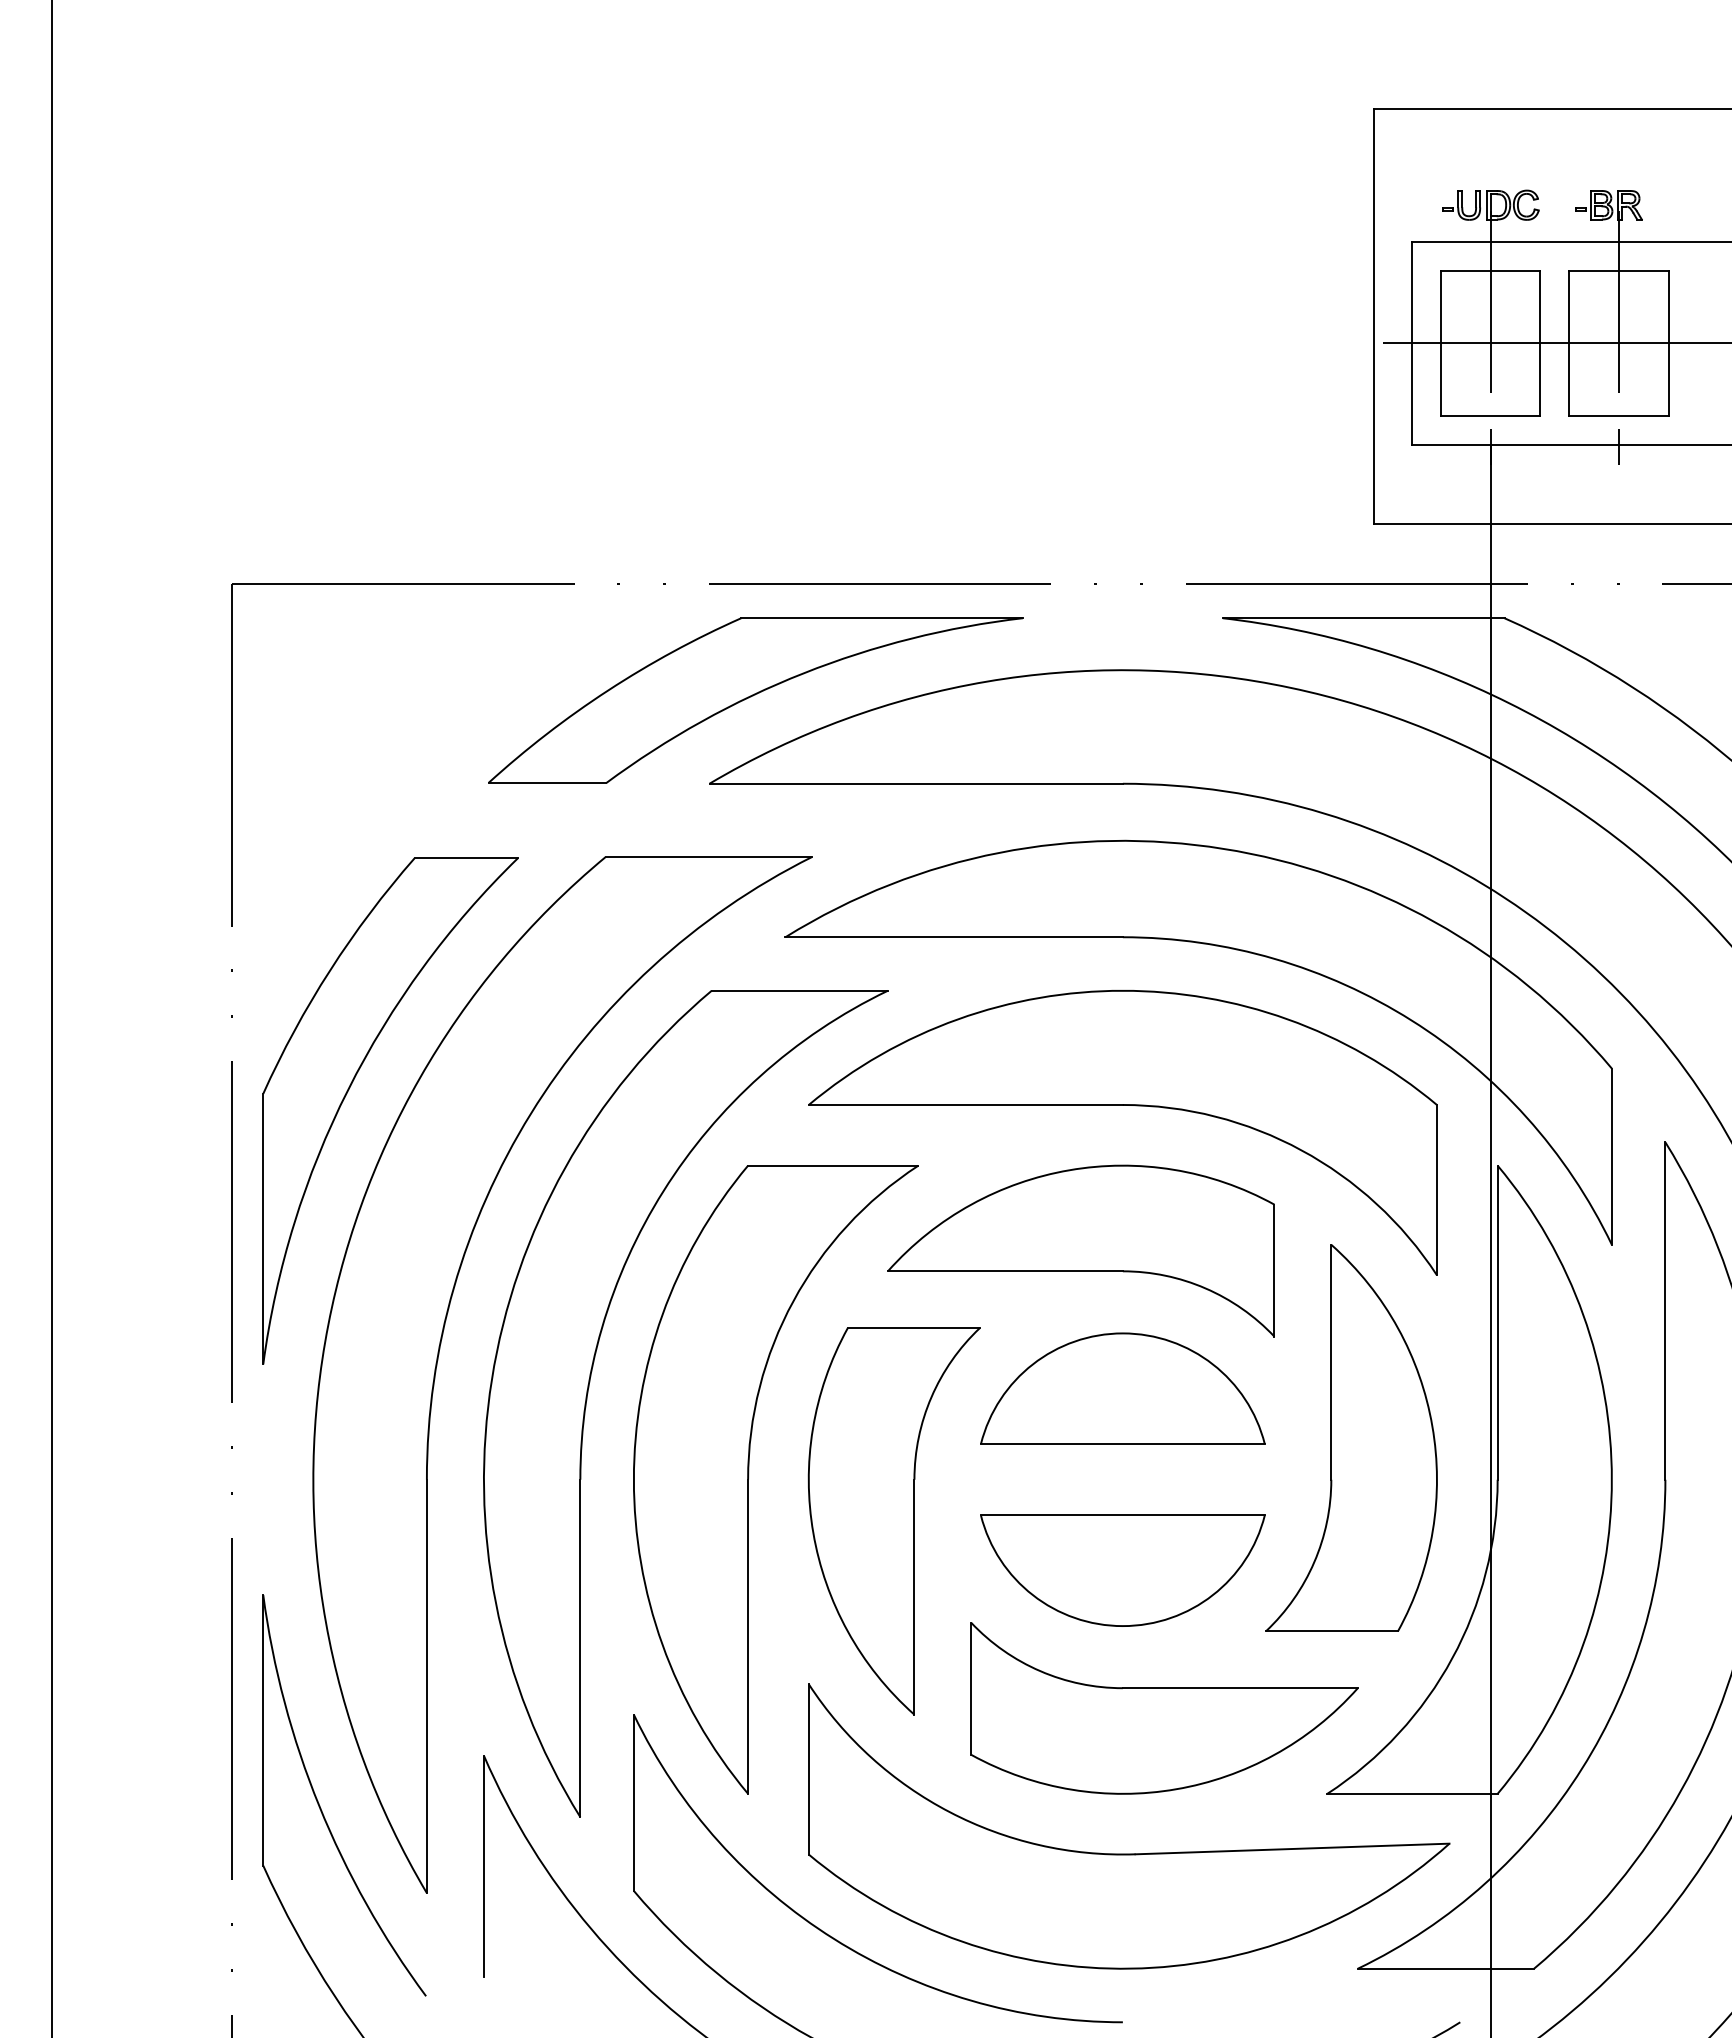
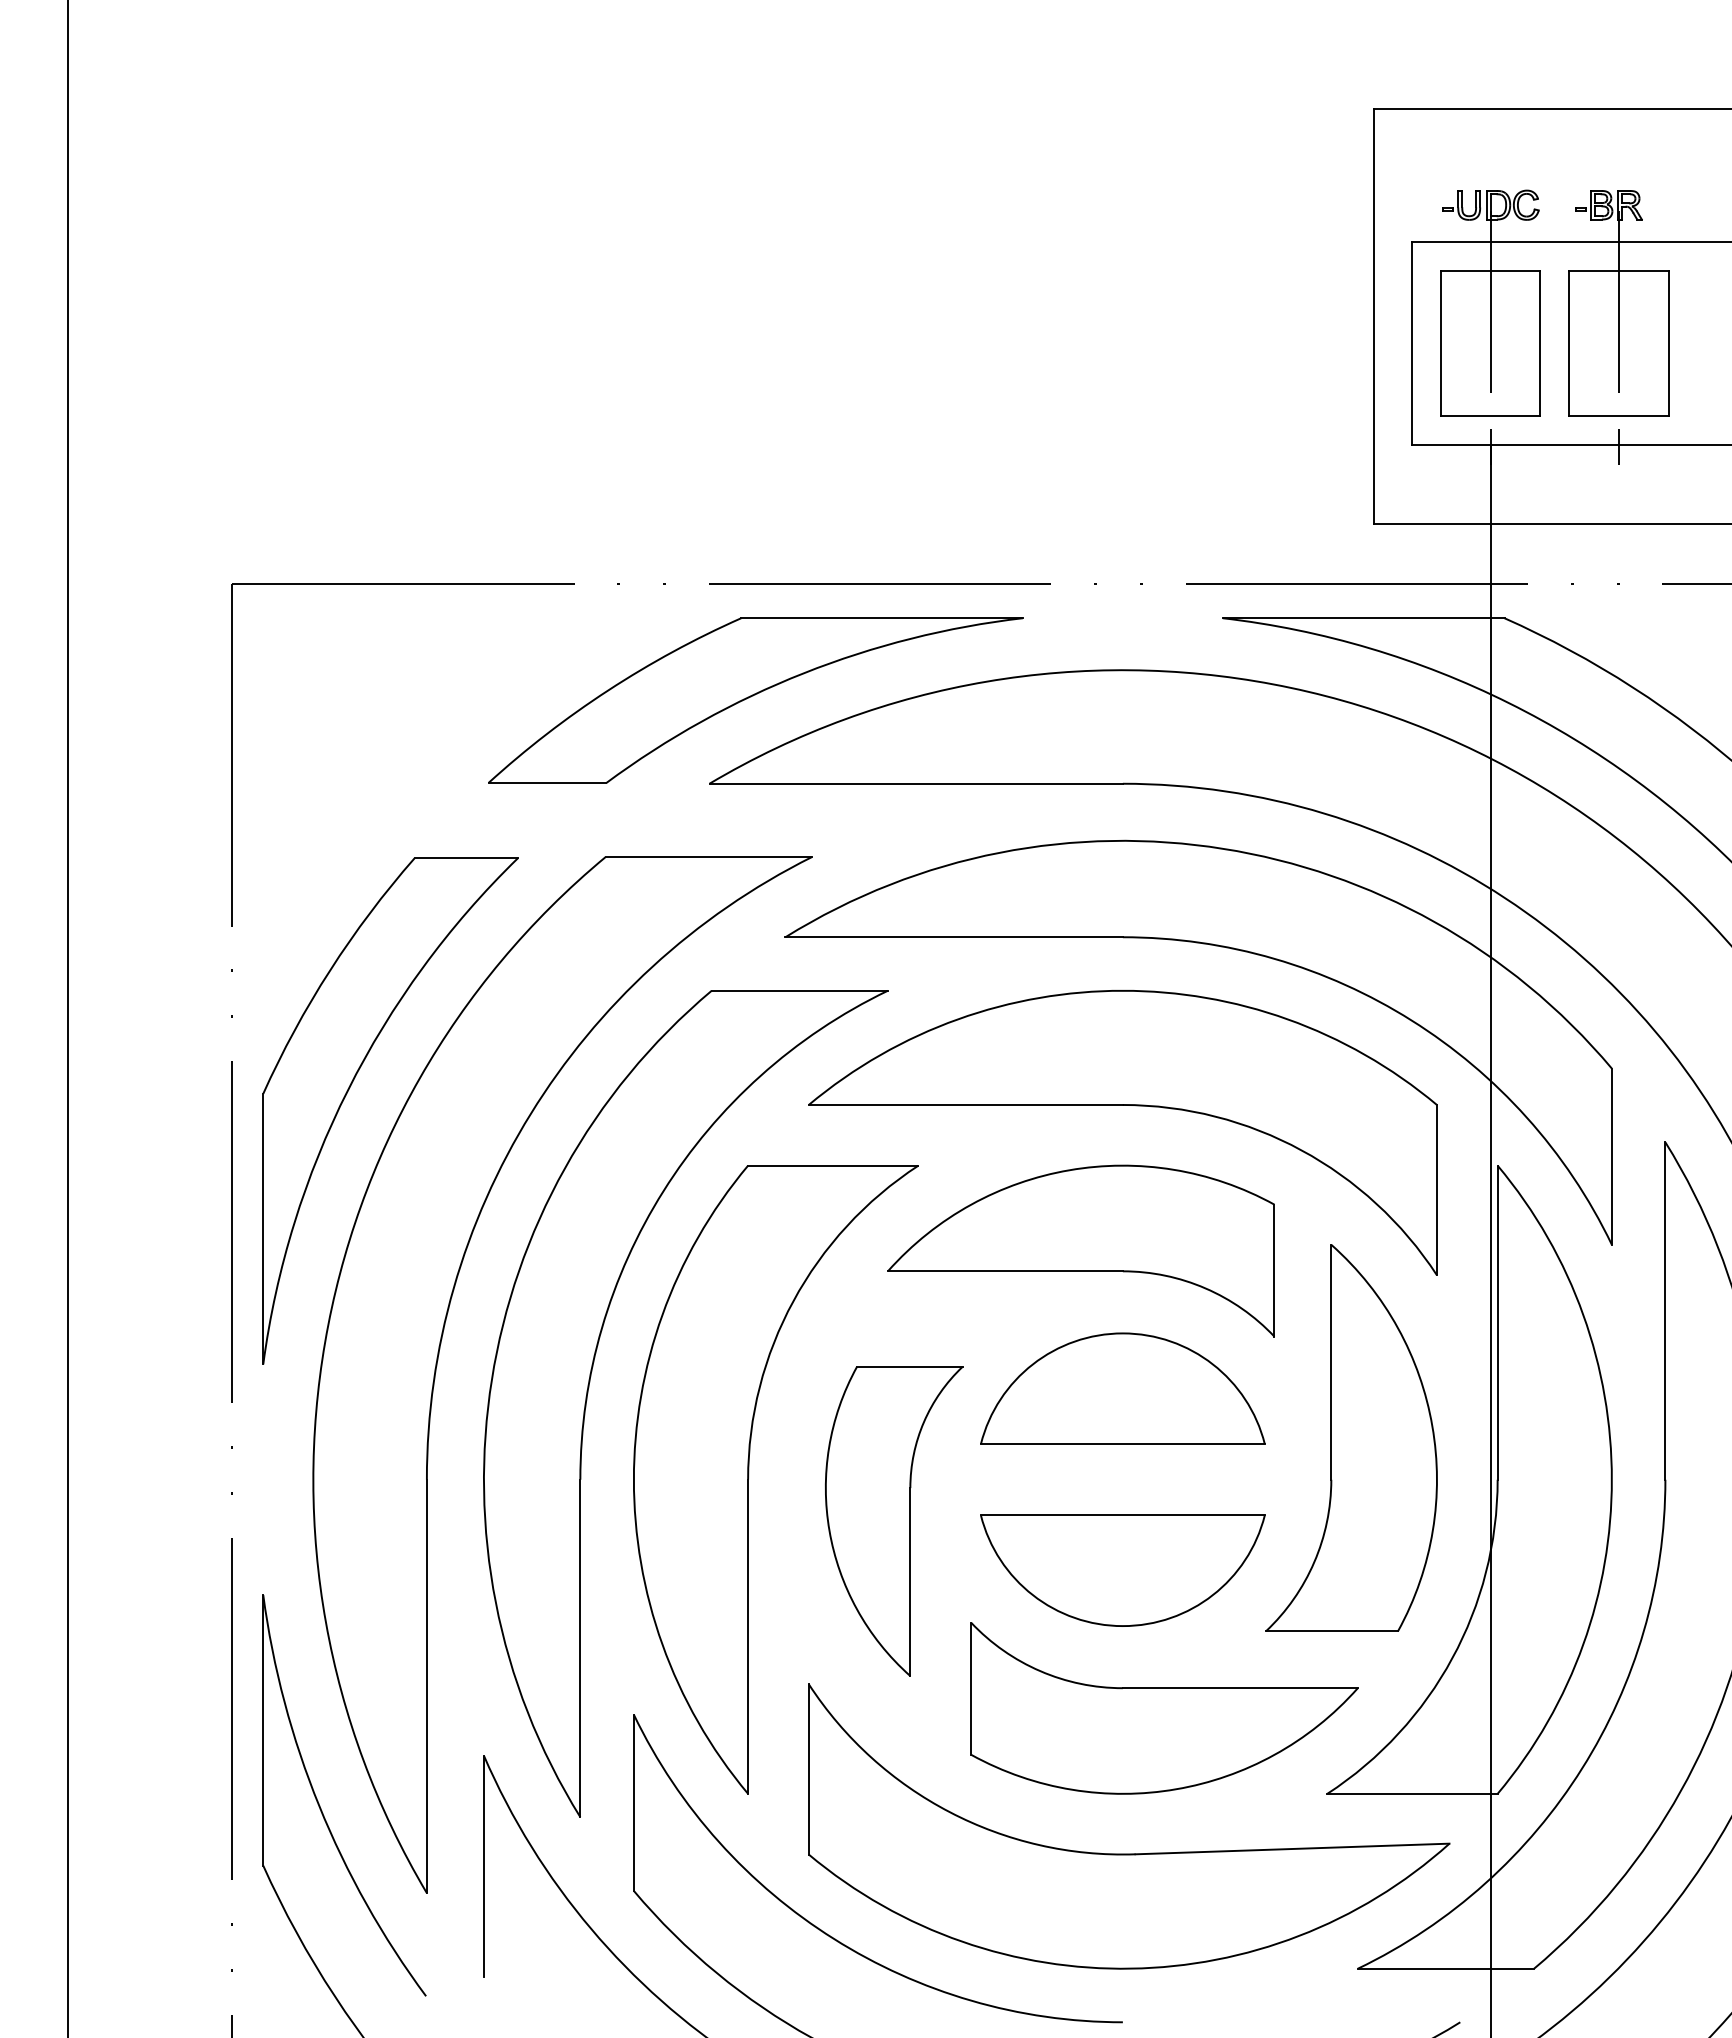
line at (1555, 343): present -> none
line at (52, 1018) position: (52, 1018) -> (68, 1018)
part at (893, 1521) size: 174x389 px -> 139x311 px
